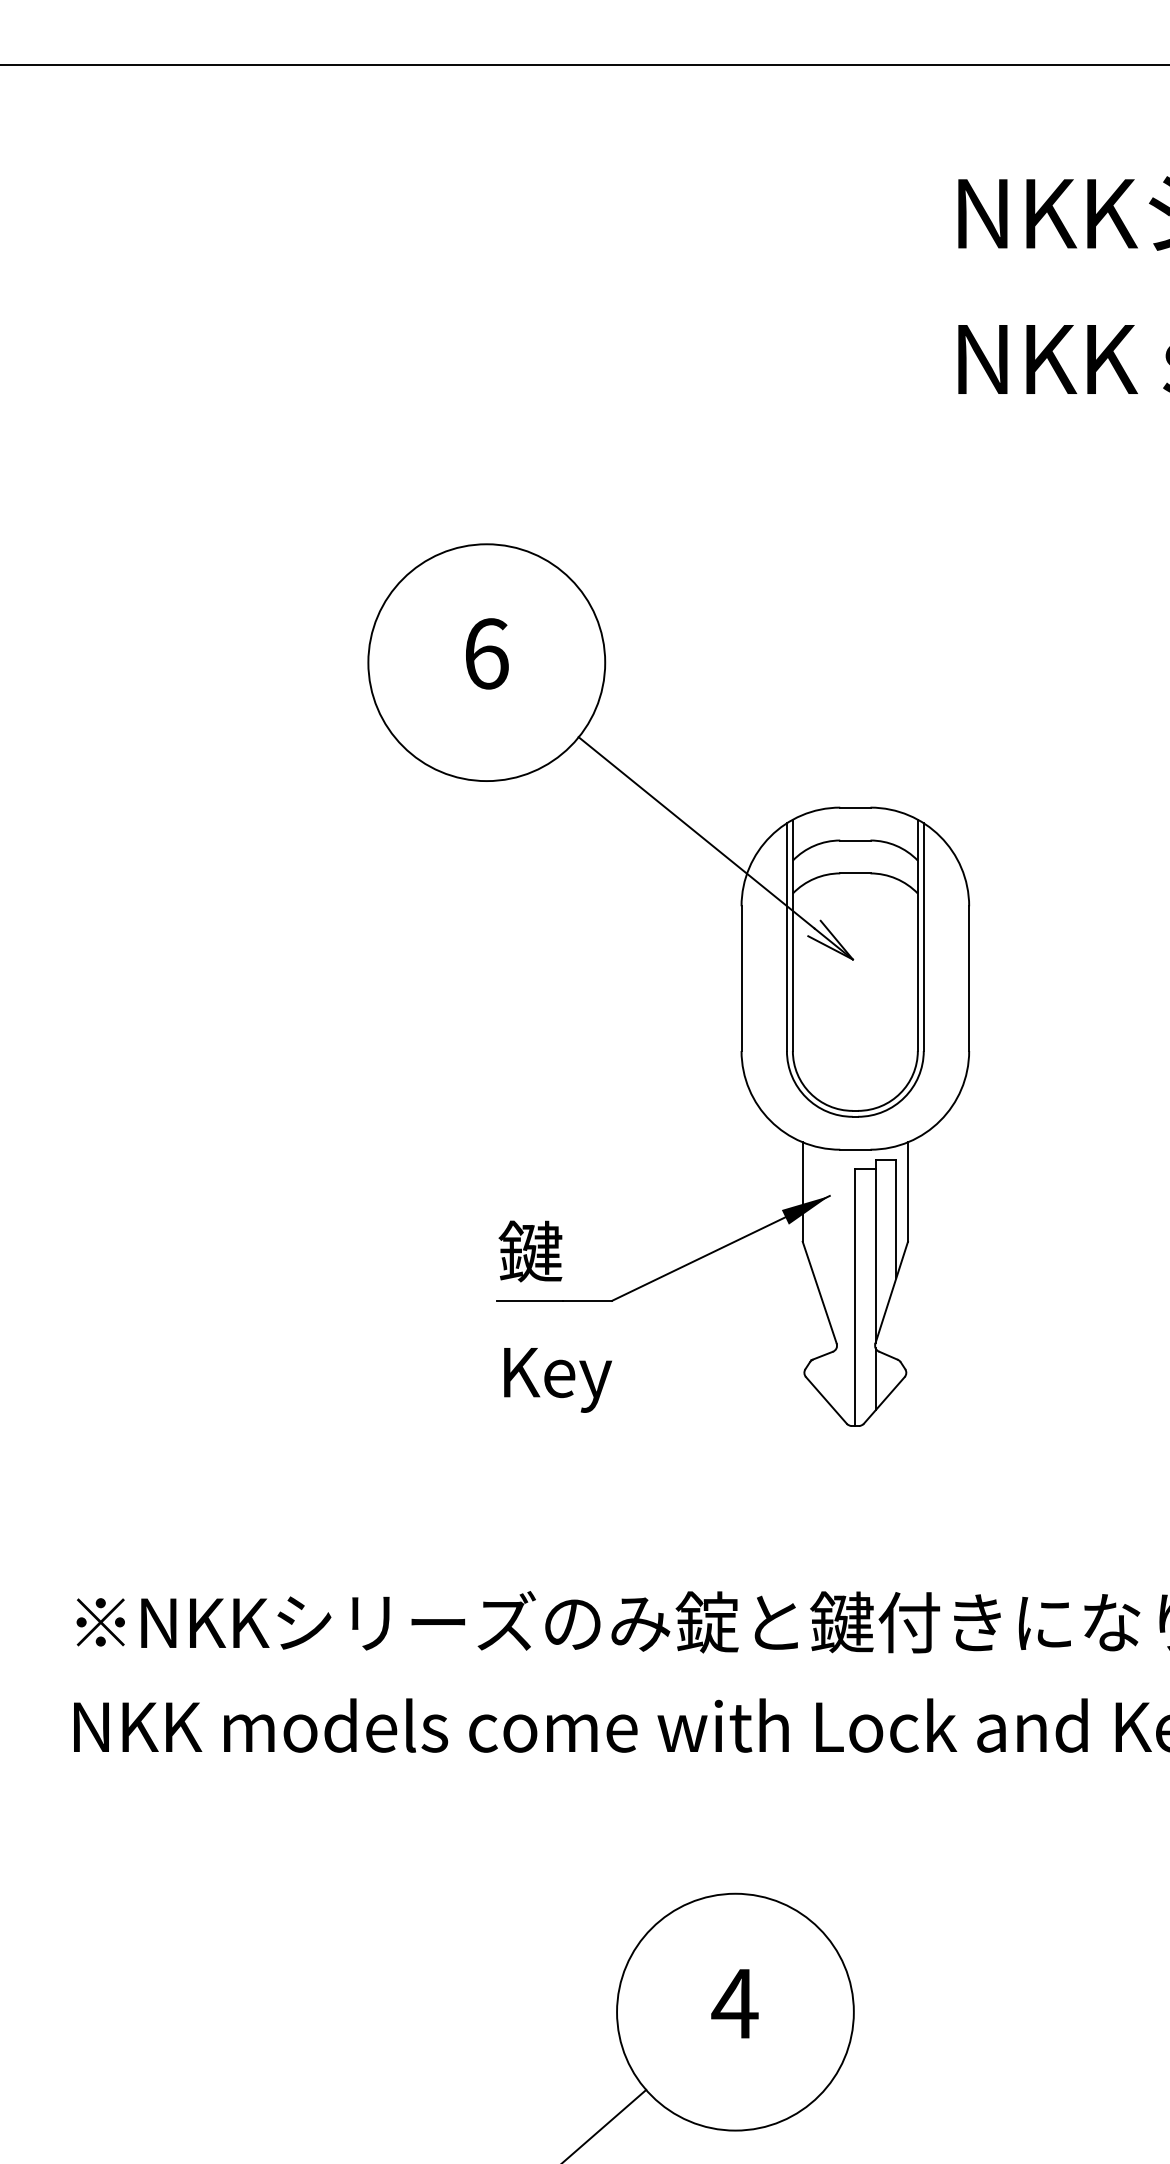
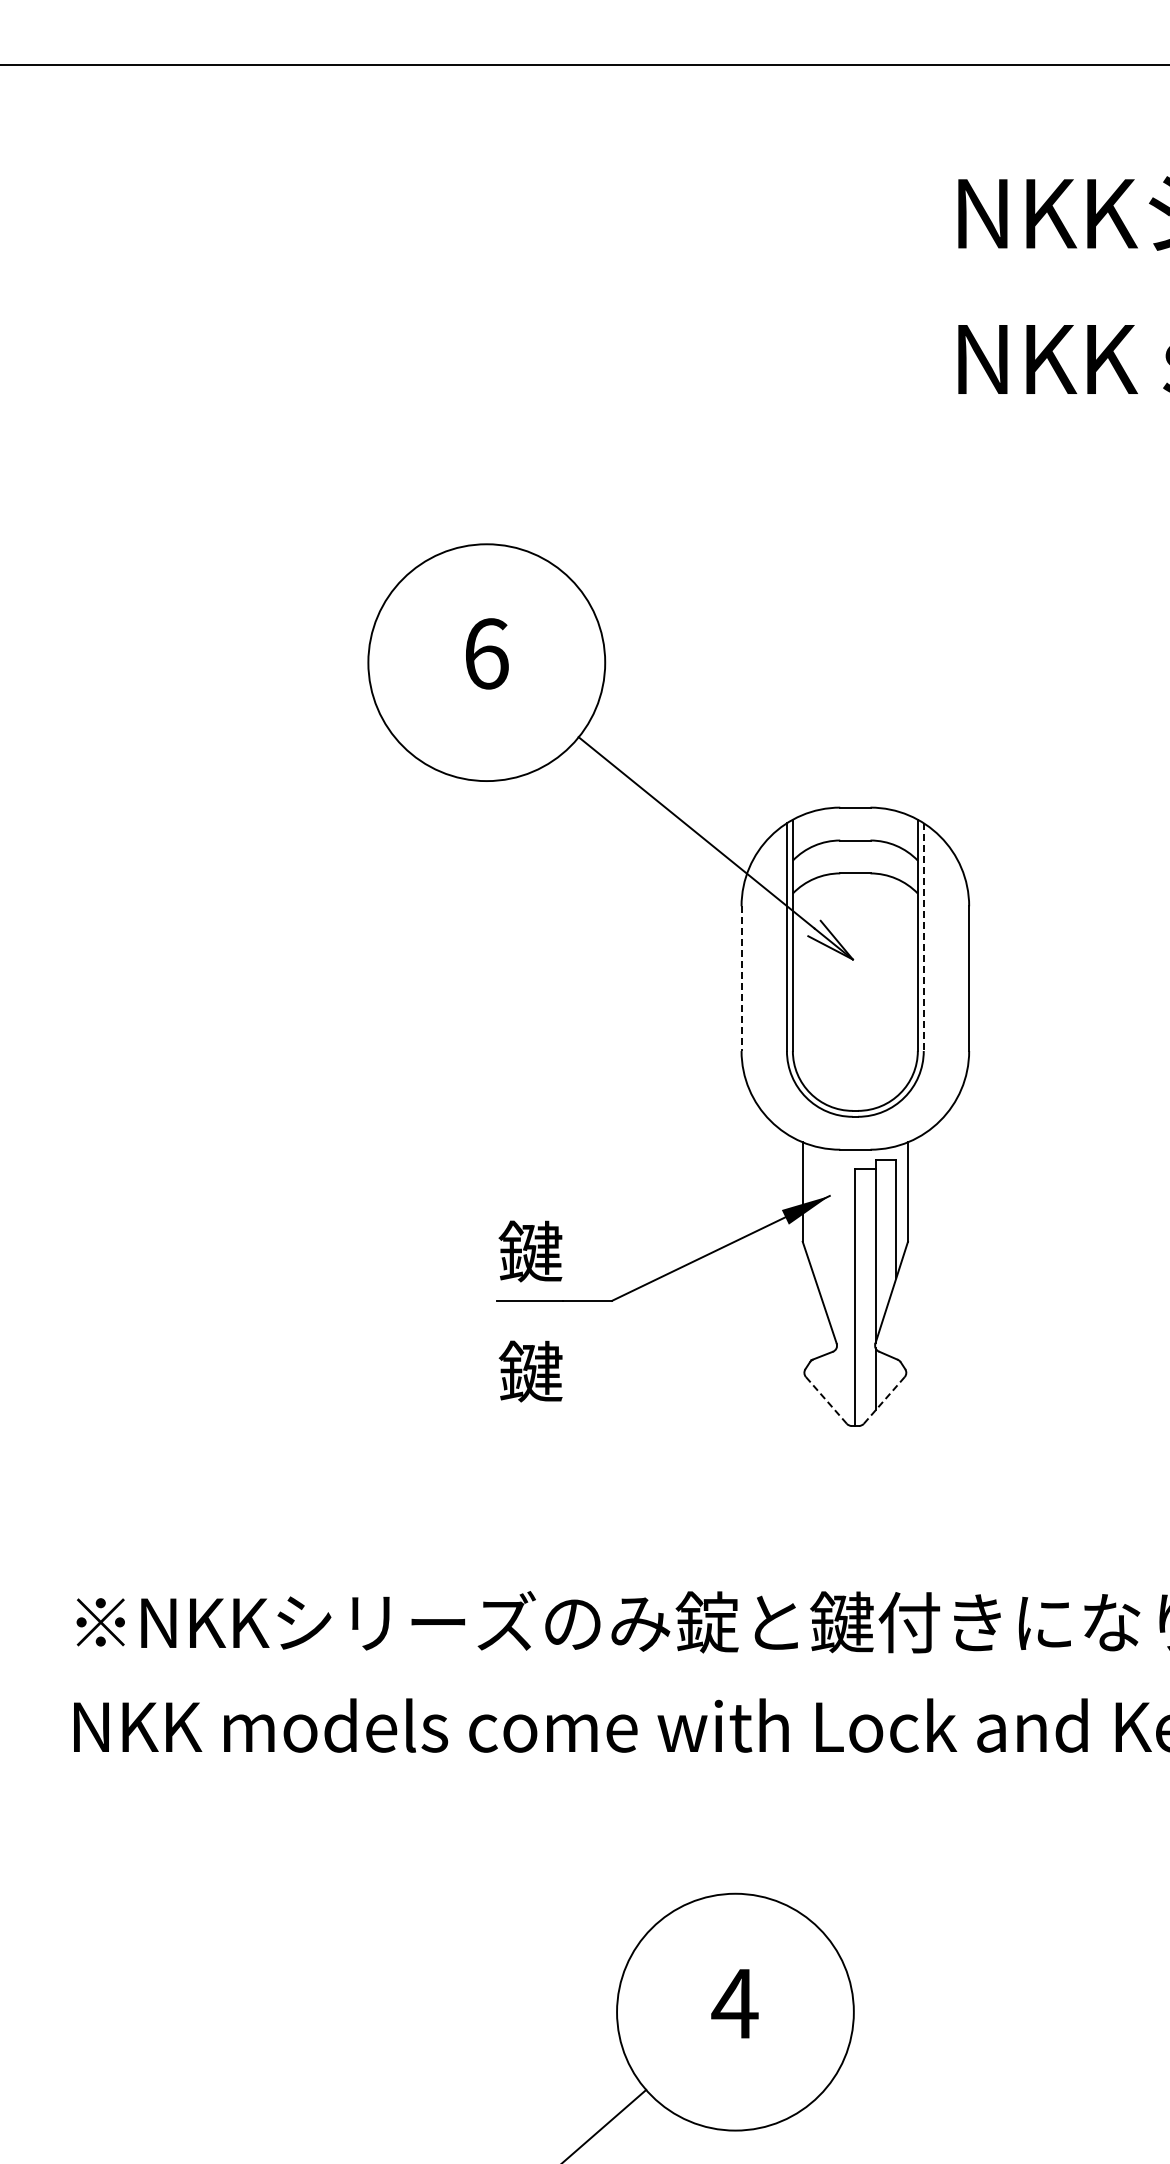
line at (923, 937): solid -> dashed
line at (741, 979): solid -> dashed
text at (554, 1376): Key -> 鍵
line at (826, 1400): solid -> dashed
line at (884, 1400): solid -> dashed
